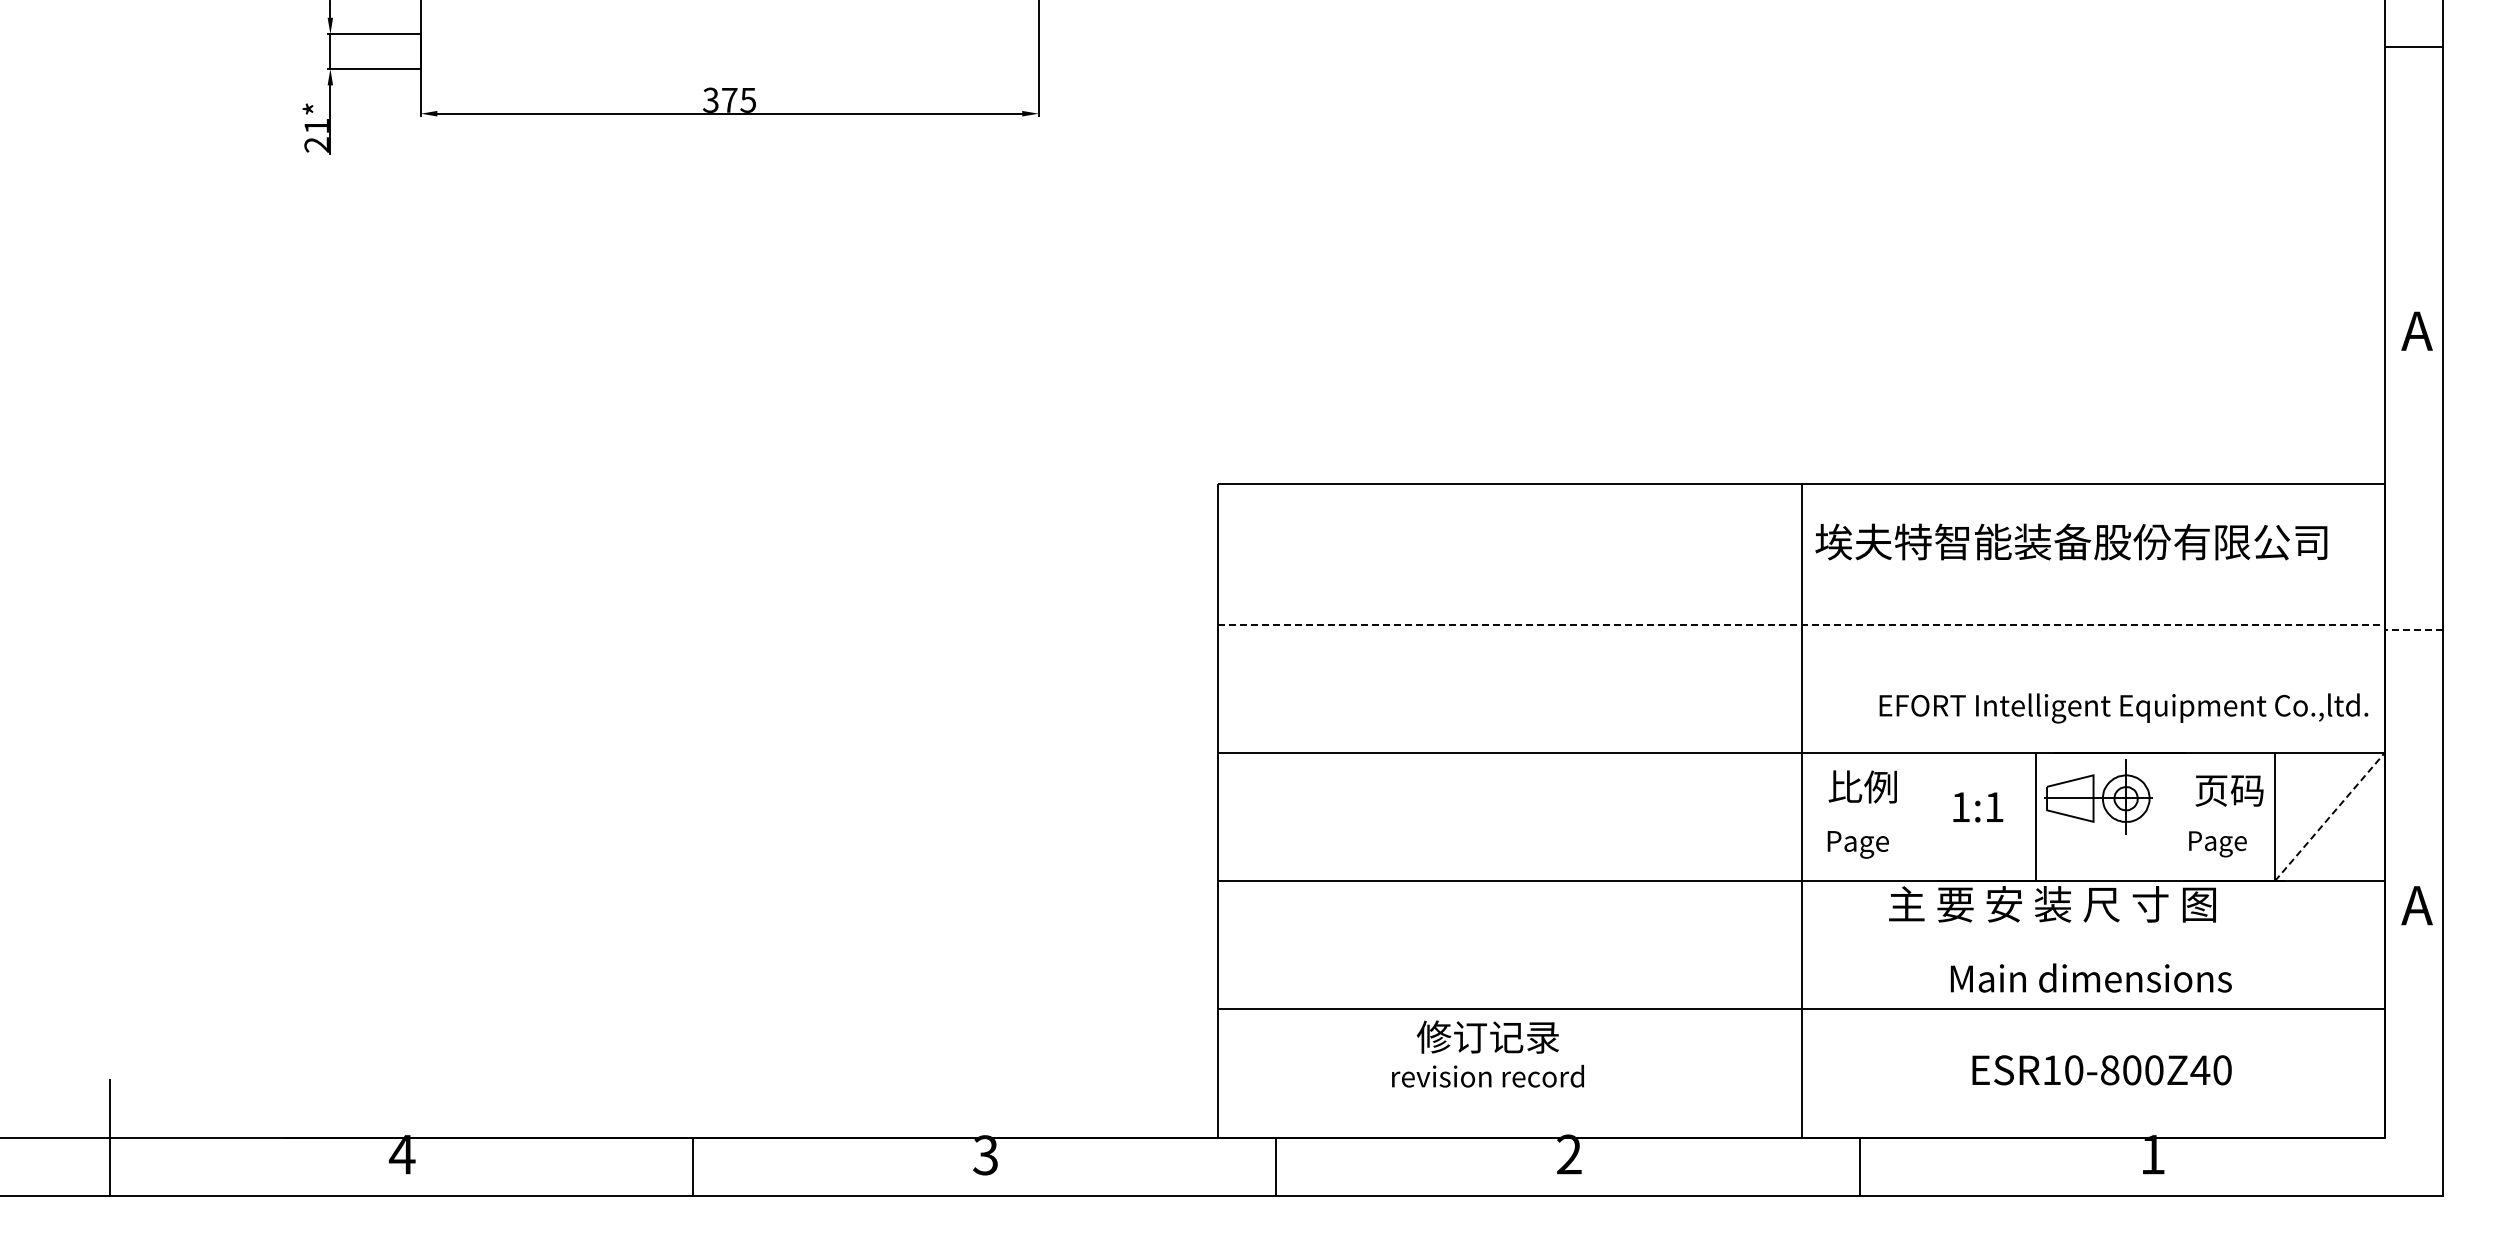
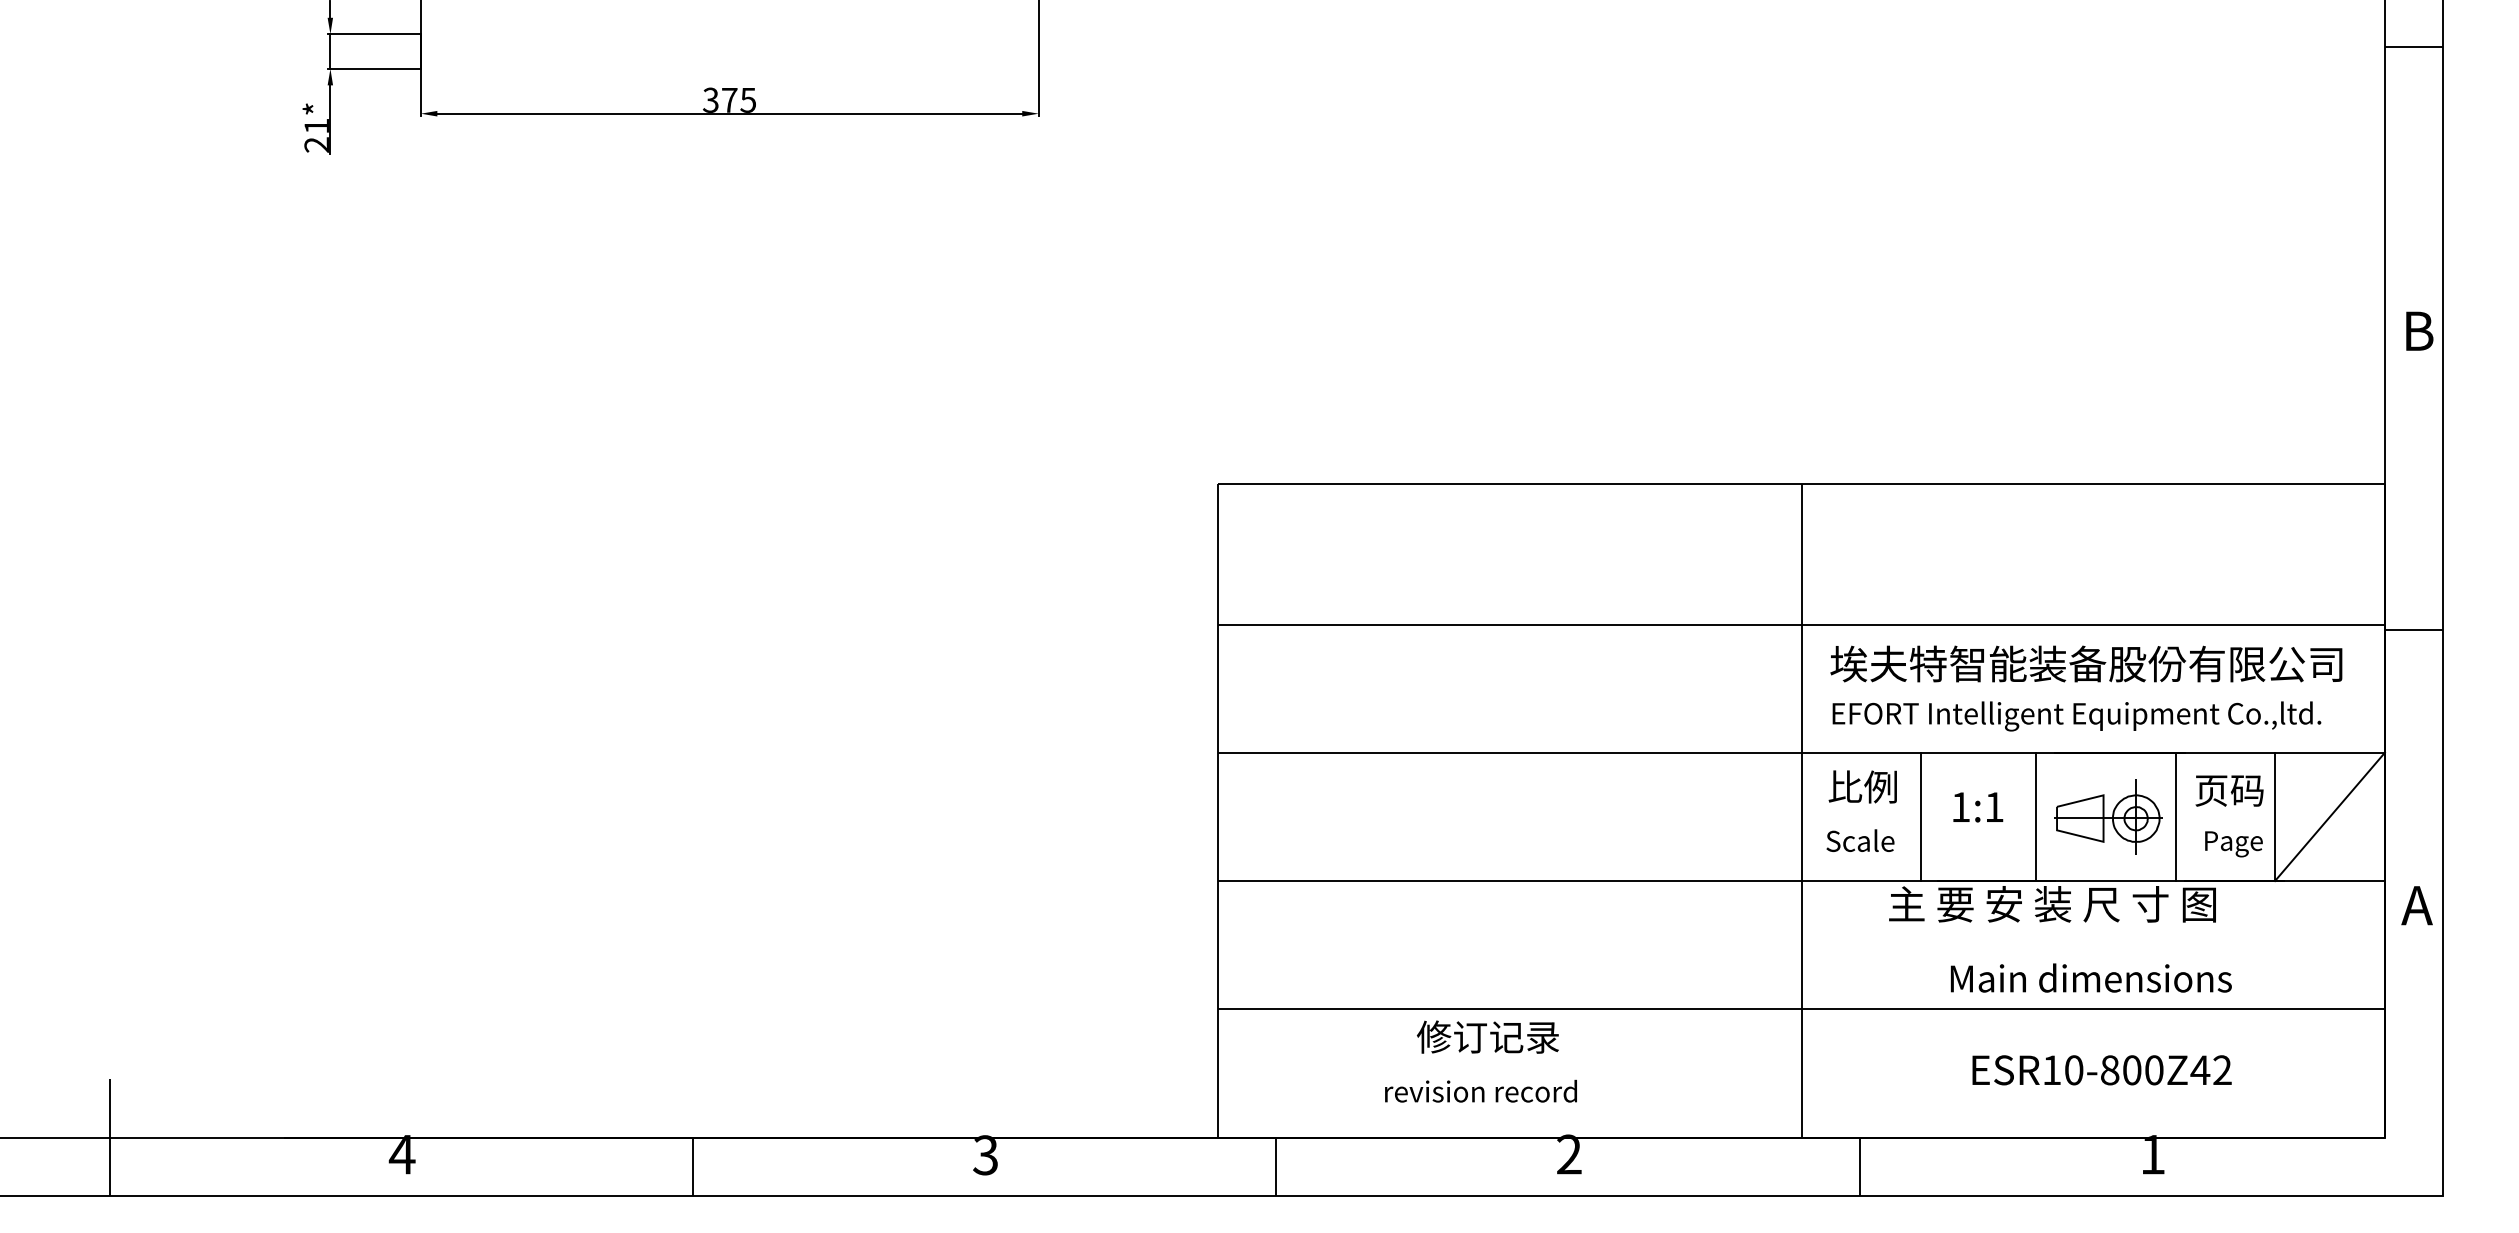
text at (2417, 330): A -> B
text at (2071, 541) position: (2071, 541) -> (2086, 663)
line at (1802, 624): dashed -> solid
line at (2413, 630): dashed -> solid
text at (2123, 708) position: (2123, 708) -> (2076, 716)
part at (2098, 796) position: (2098, 796) -> (2108, 816)
line at (1921, 816): none -> present
line at (2176, 816): none -> present
line at (2330, 816): dashed -> solid
text at (1860, 843): Page -> Scale
text at (2217, 844) position: (2217, 844) -> (2233, 844)
text at (2222, 1070): ESR10-800Z40 -> ESR10-800Z42
text at (1487, 1075) position: (1487, 1075) -> (1480, 1090)
